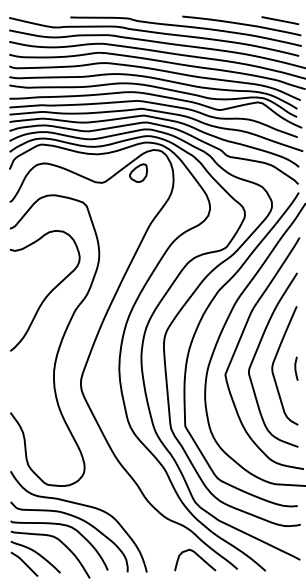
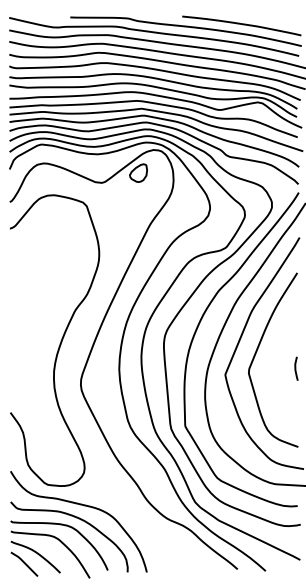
line at (280, 20): present -> none
curve at (48, 293): present -> none
curve at (275, 360): present -> none
curve at (197, 556): present -> none
